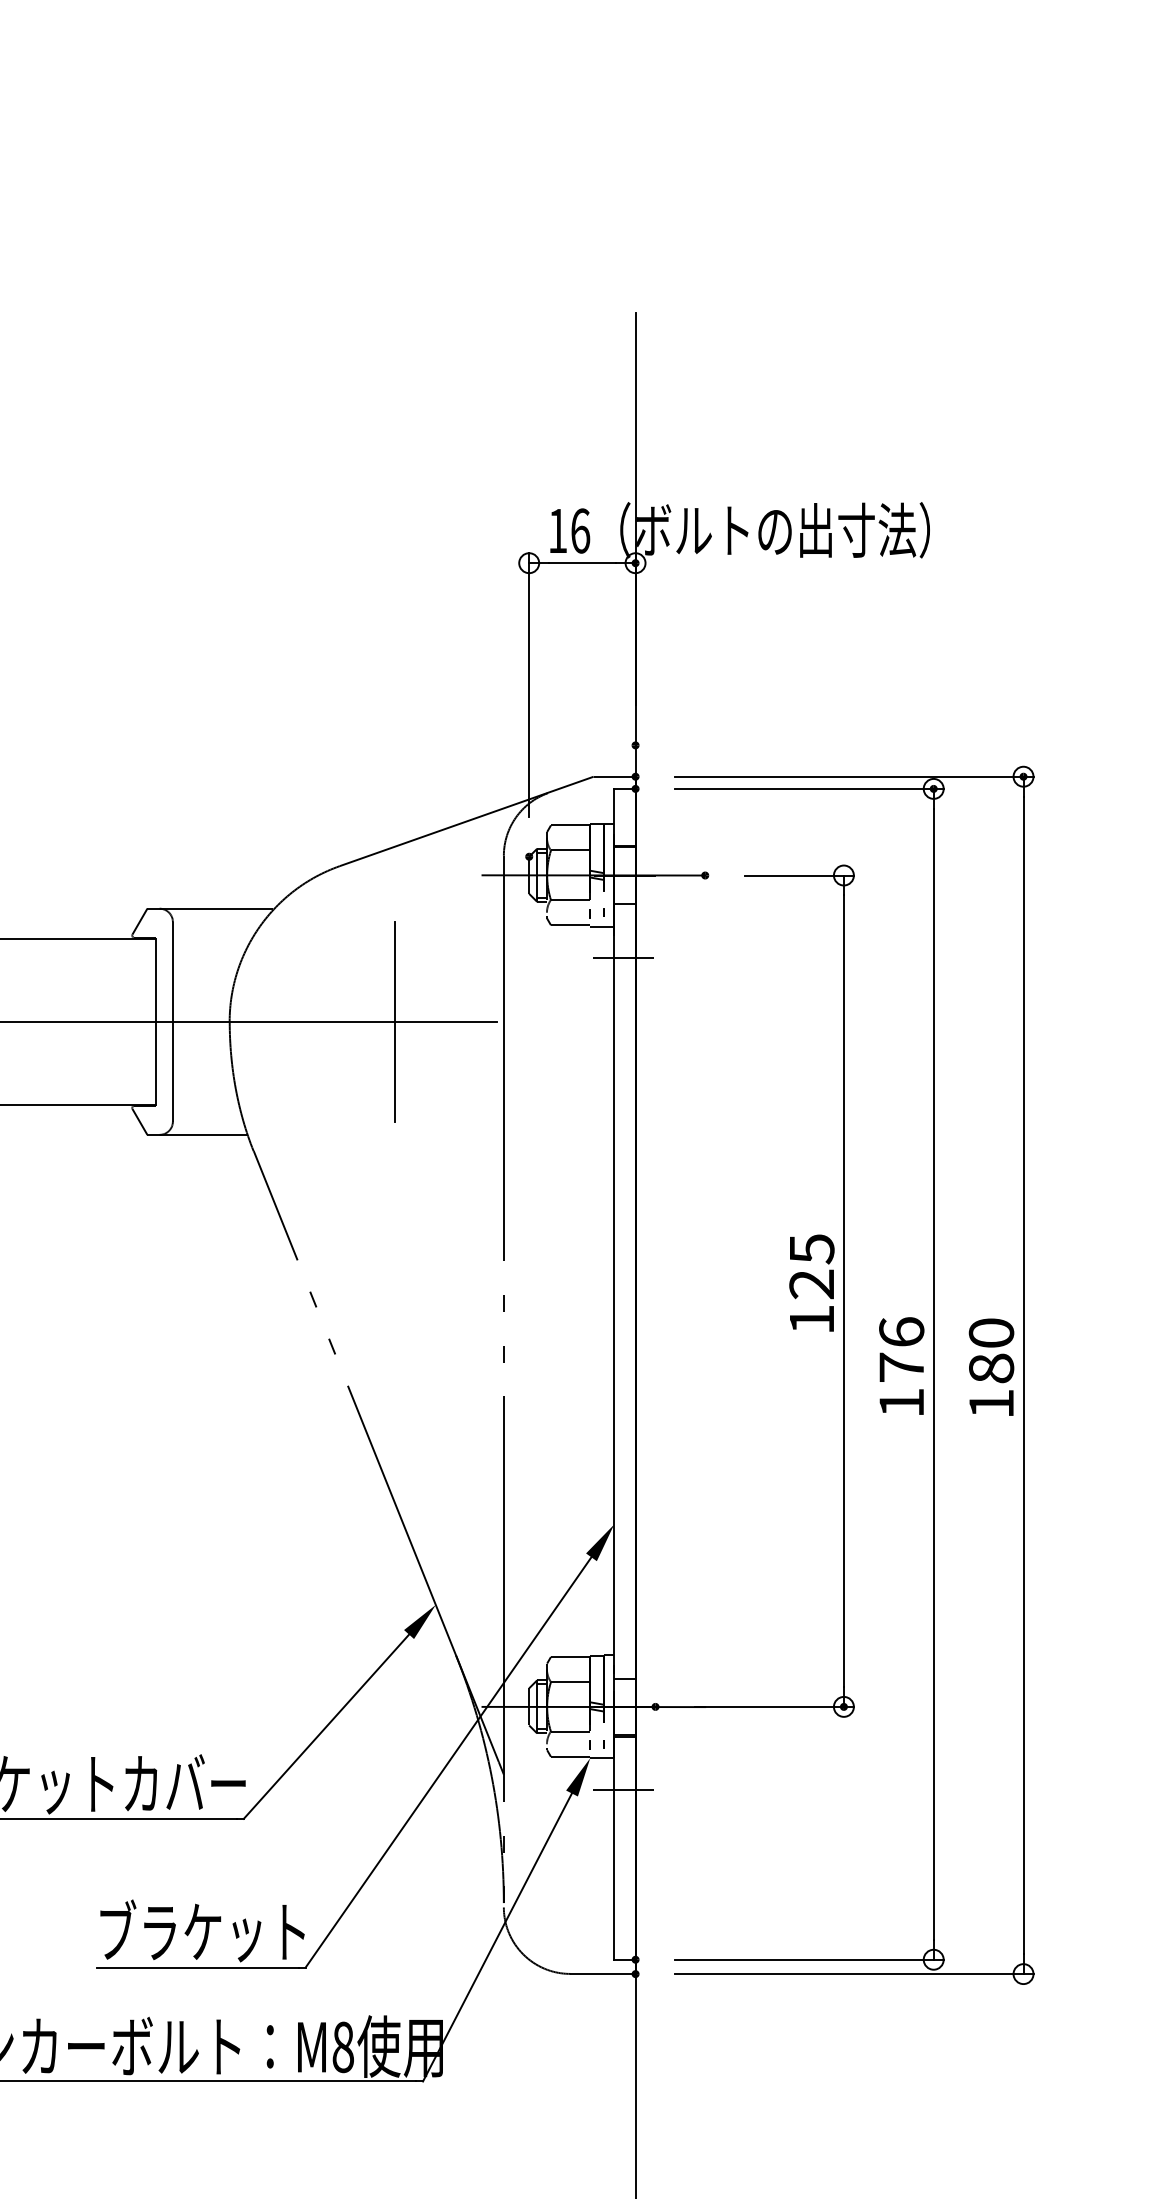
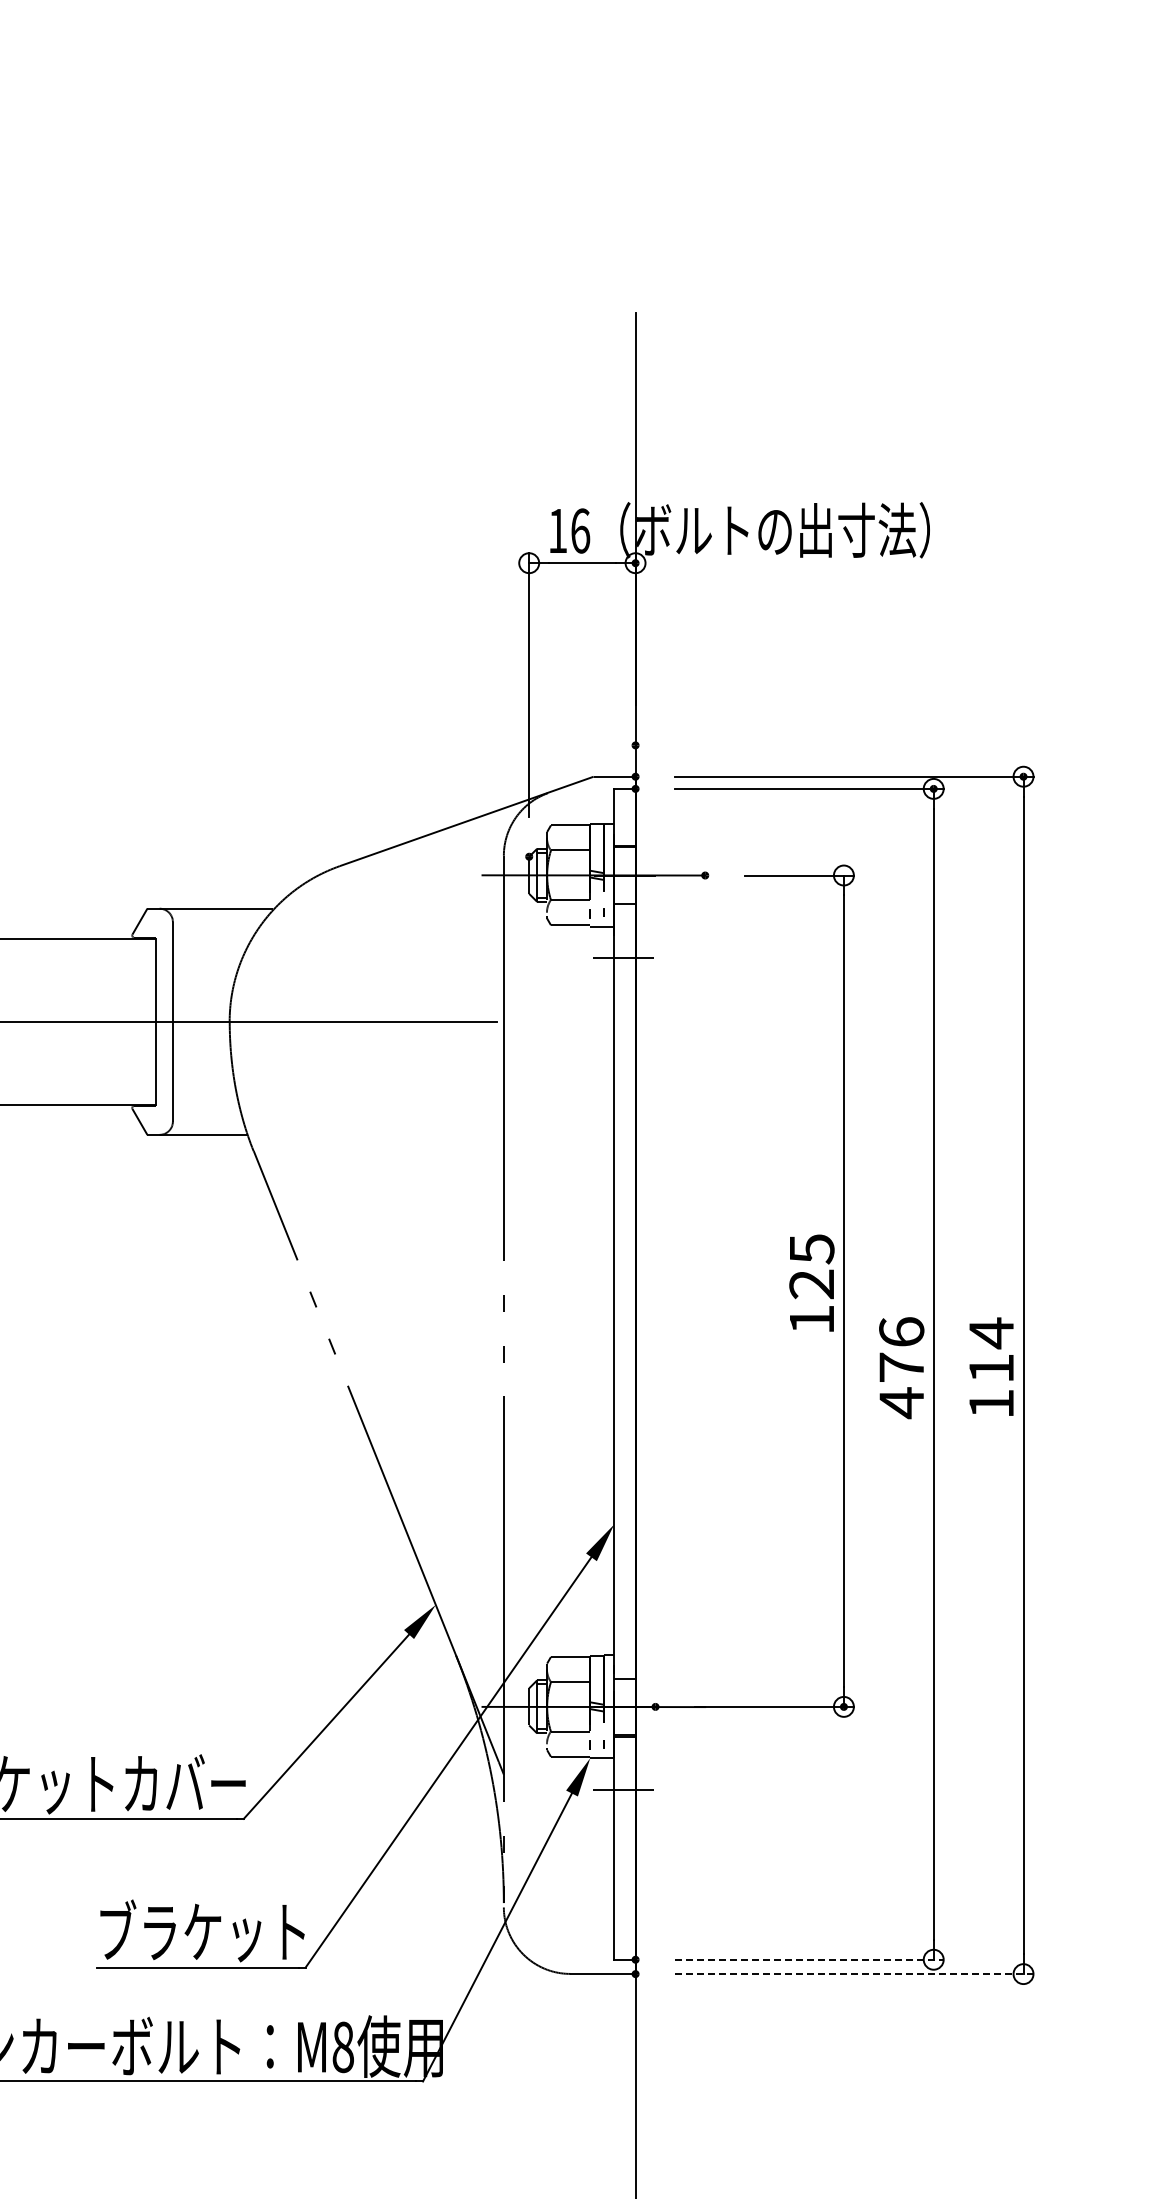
line at (394, 1021): present -> none
text at (991, 1350): 180 -> 114
text at (901, 1403): 176 -> 476
line at (810, 1959): solid -> dashed
line at (854, 1974): solid -> dashed
